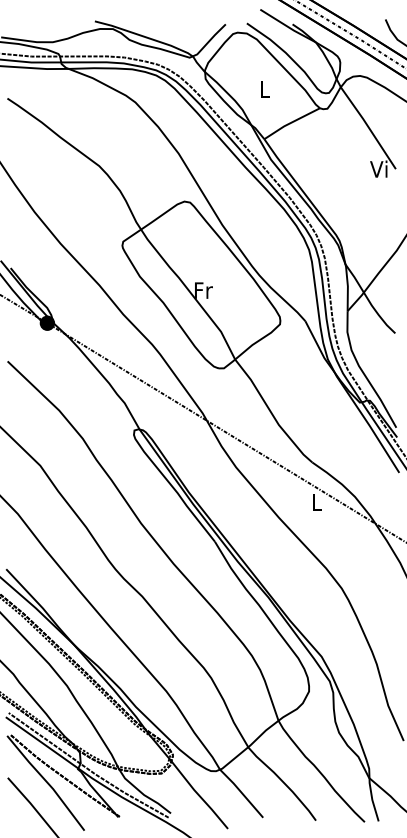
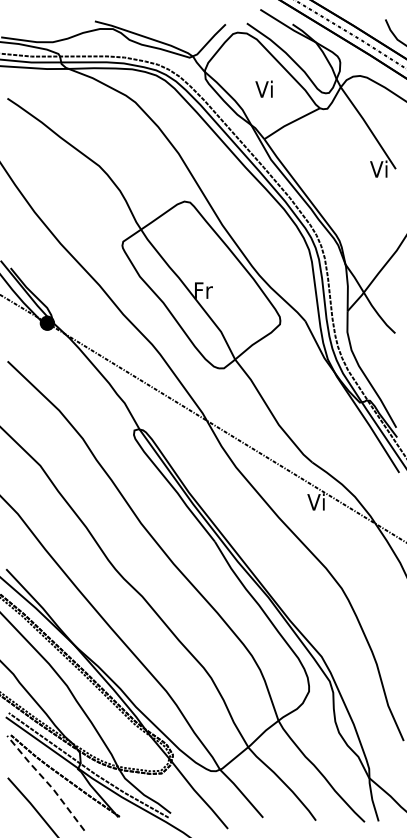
text at (263, 88): L -> Vi
text at (315, 501): L -> Vi
line at (46, 781): solid -> dashed
